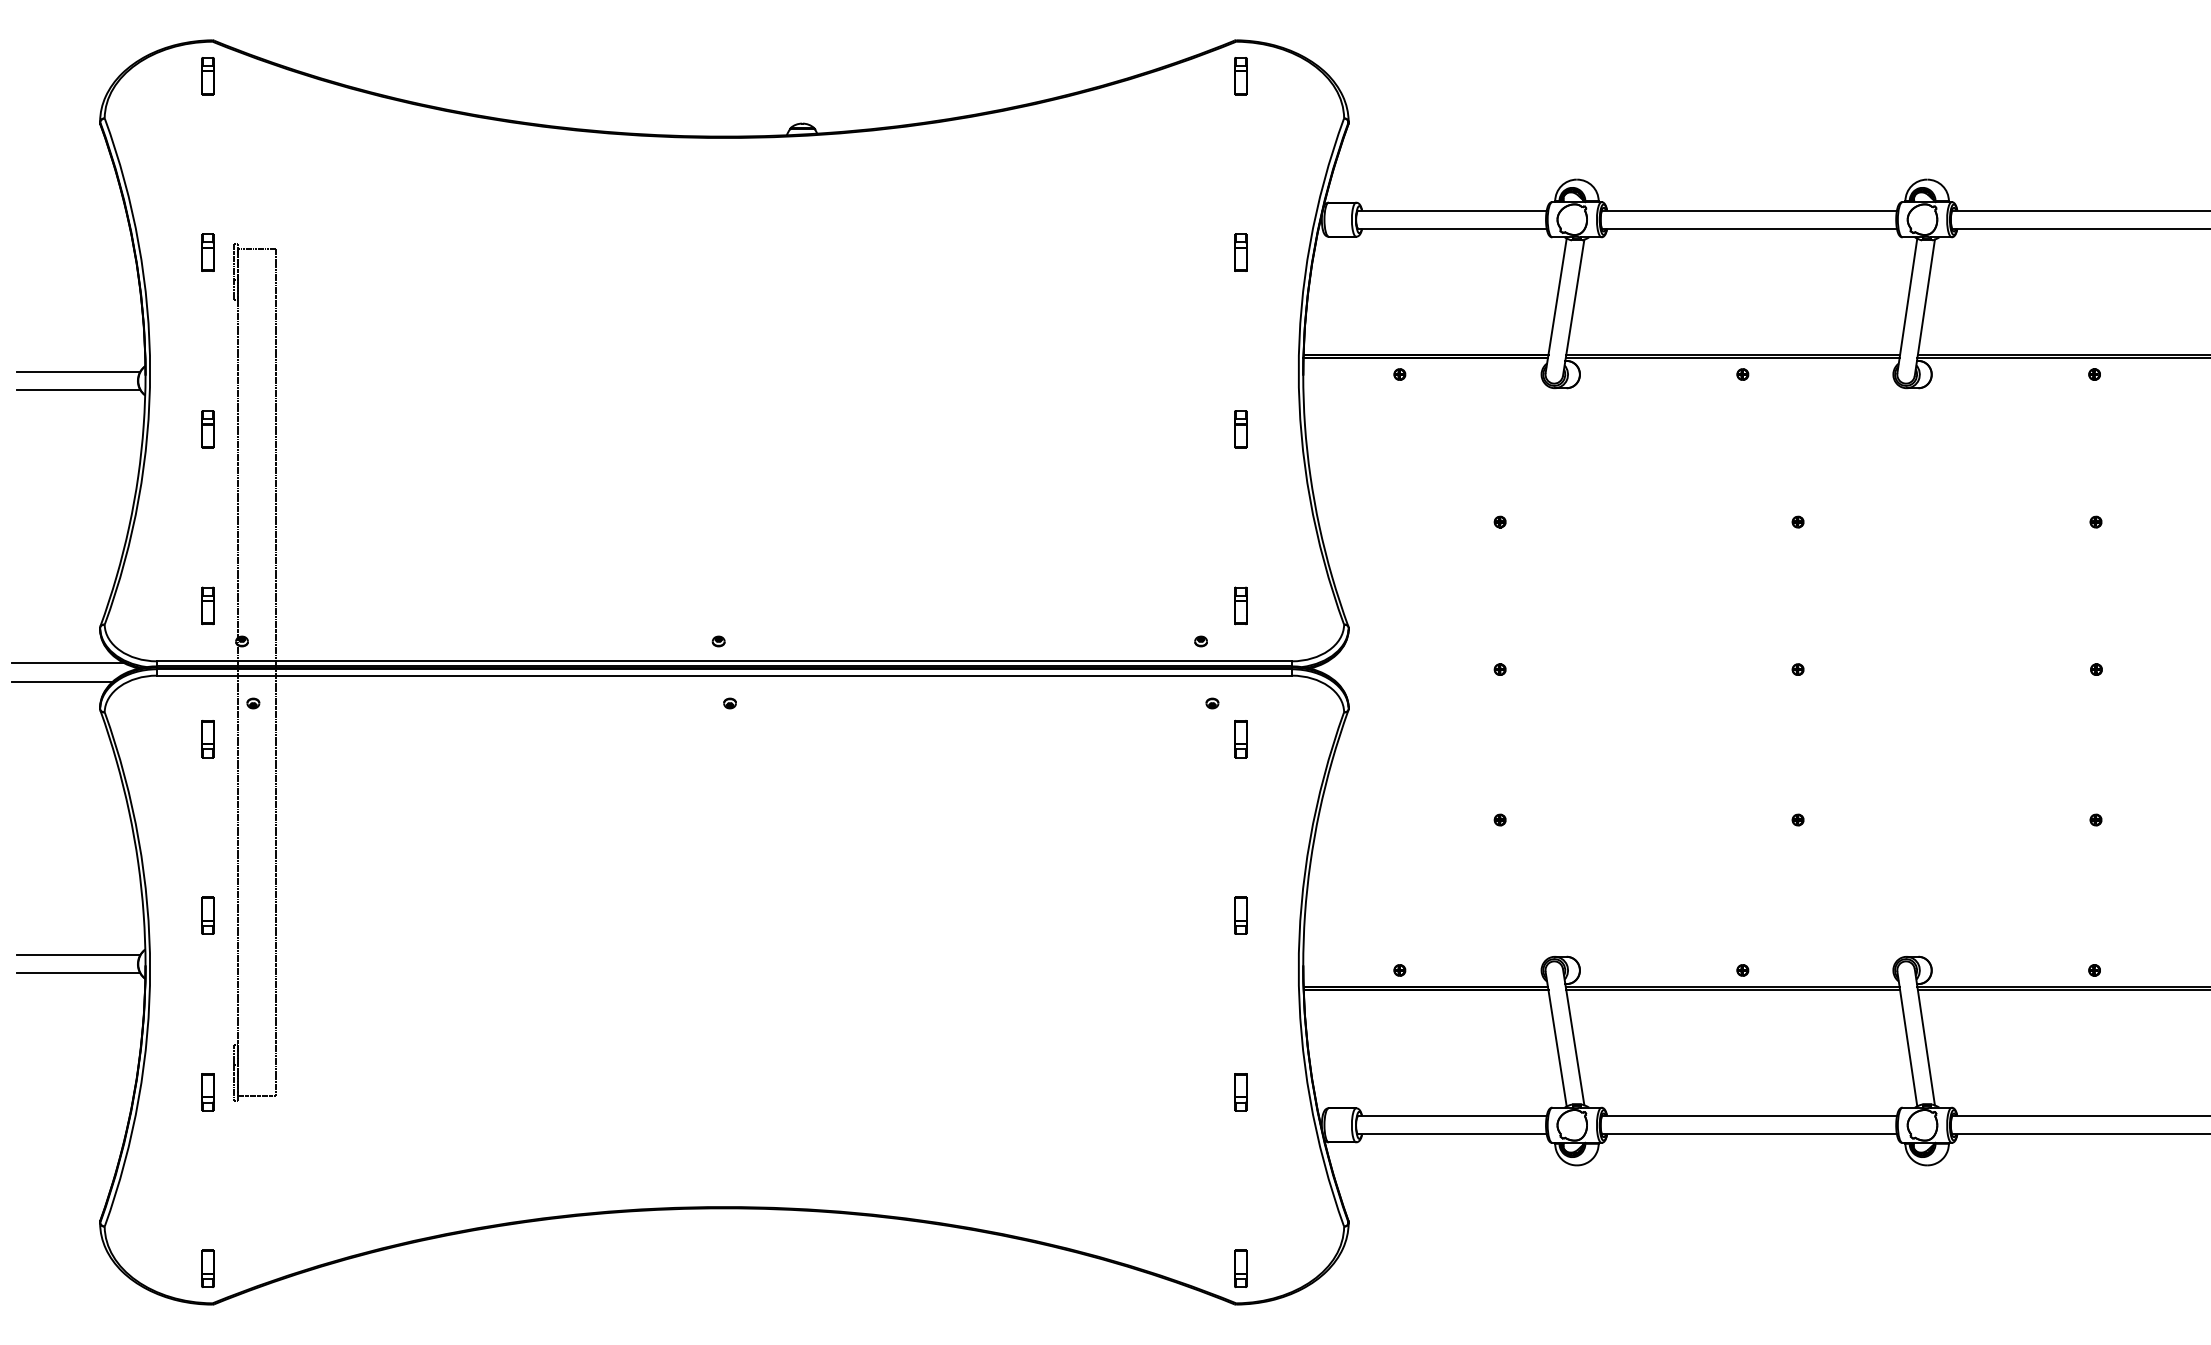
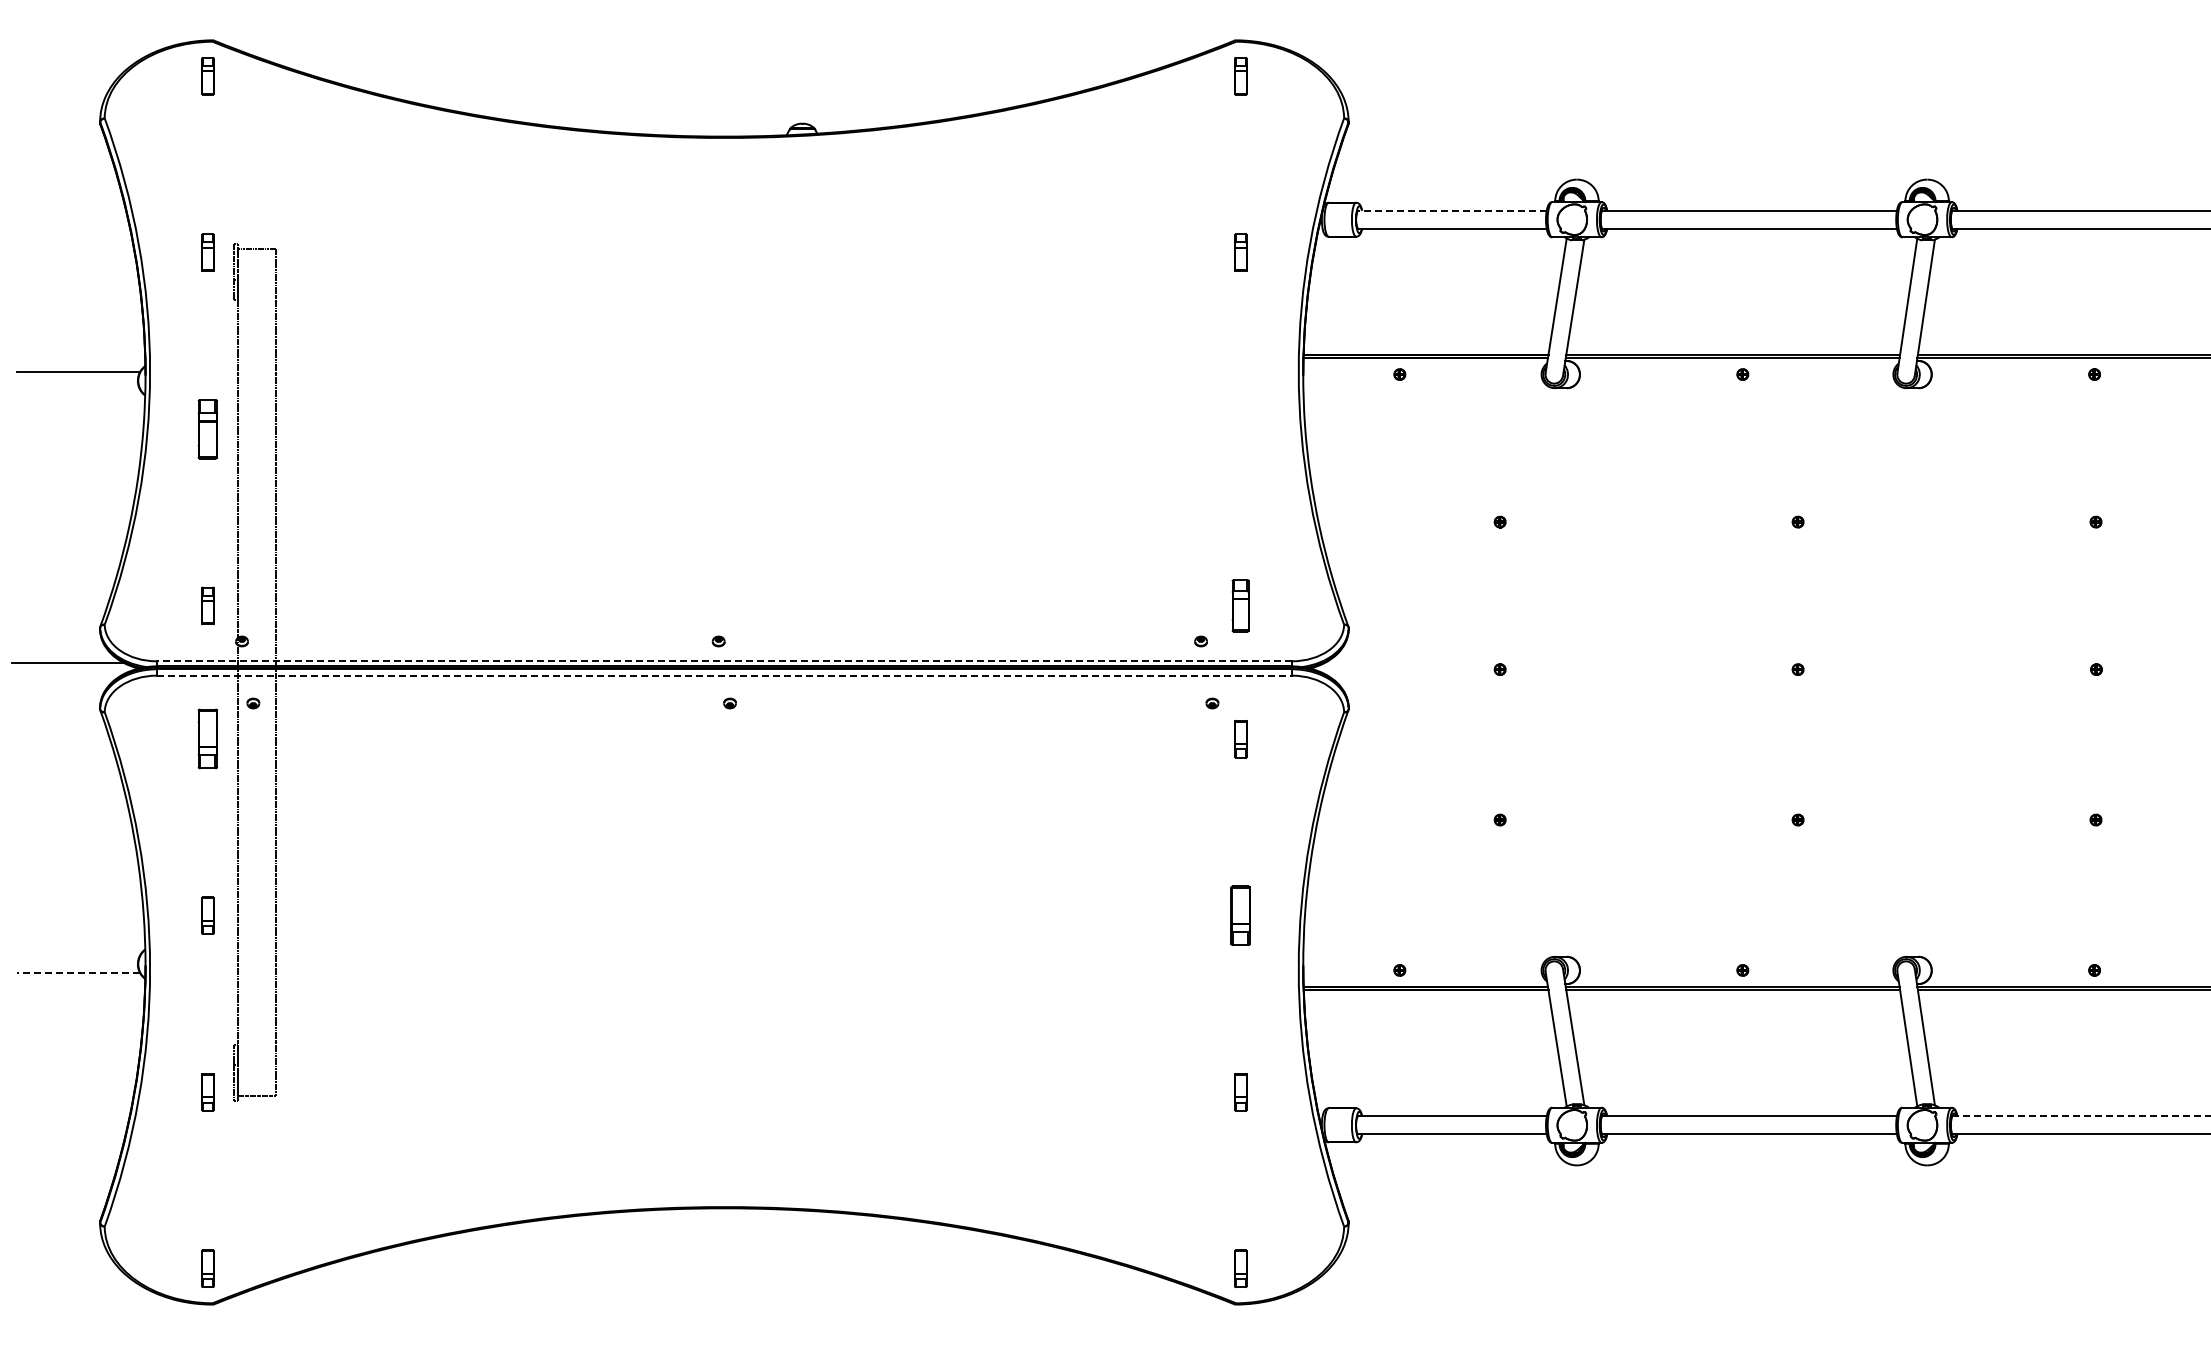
line at (1452, 210): solid -> dashed
line at (78, 389): present -> none
part at (207, 429) size: 14x39 px -> 21x61 px
part at (1240, 429): present -> none
part at (1240, 605) size: 14x40 px -> 19x54 px
line at (723, 661): solid -> dashed
line at (724, 675): solid -> dashed
line at (62, 681): present -> none
part at (207, 739) size: 14x39 px -> 21x62 px
part at (1240, 915) size: 14x39 px -> 21x61 px
line at (78, 955): present -> none
line at (78, 973): solid -> dashed
line at (2081, 1116): solid -> dashed
